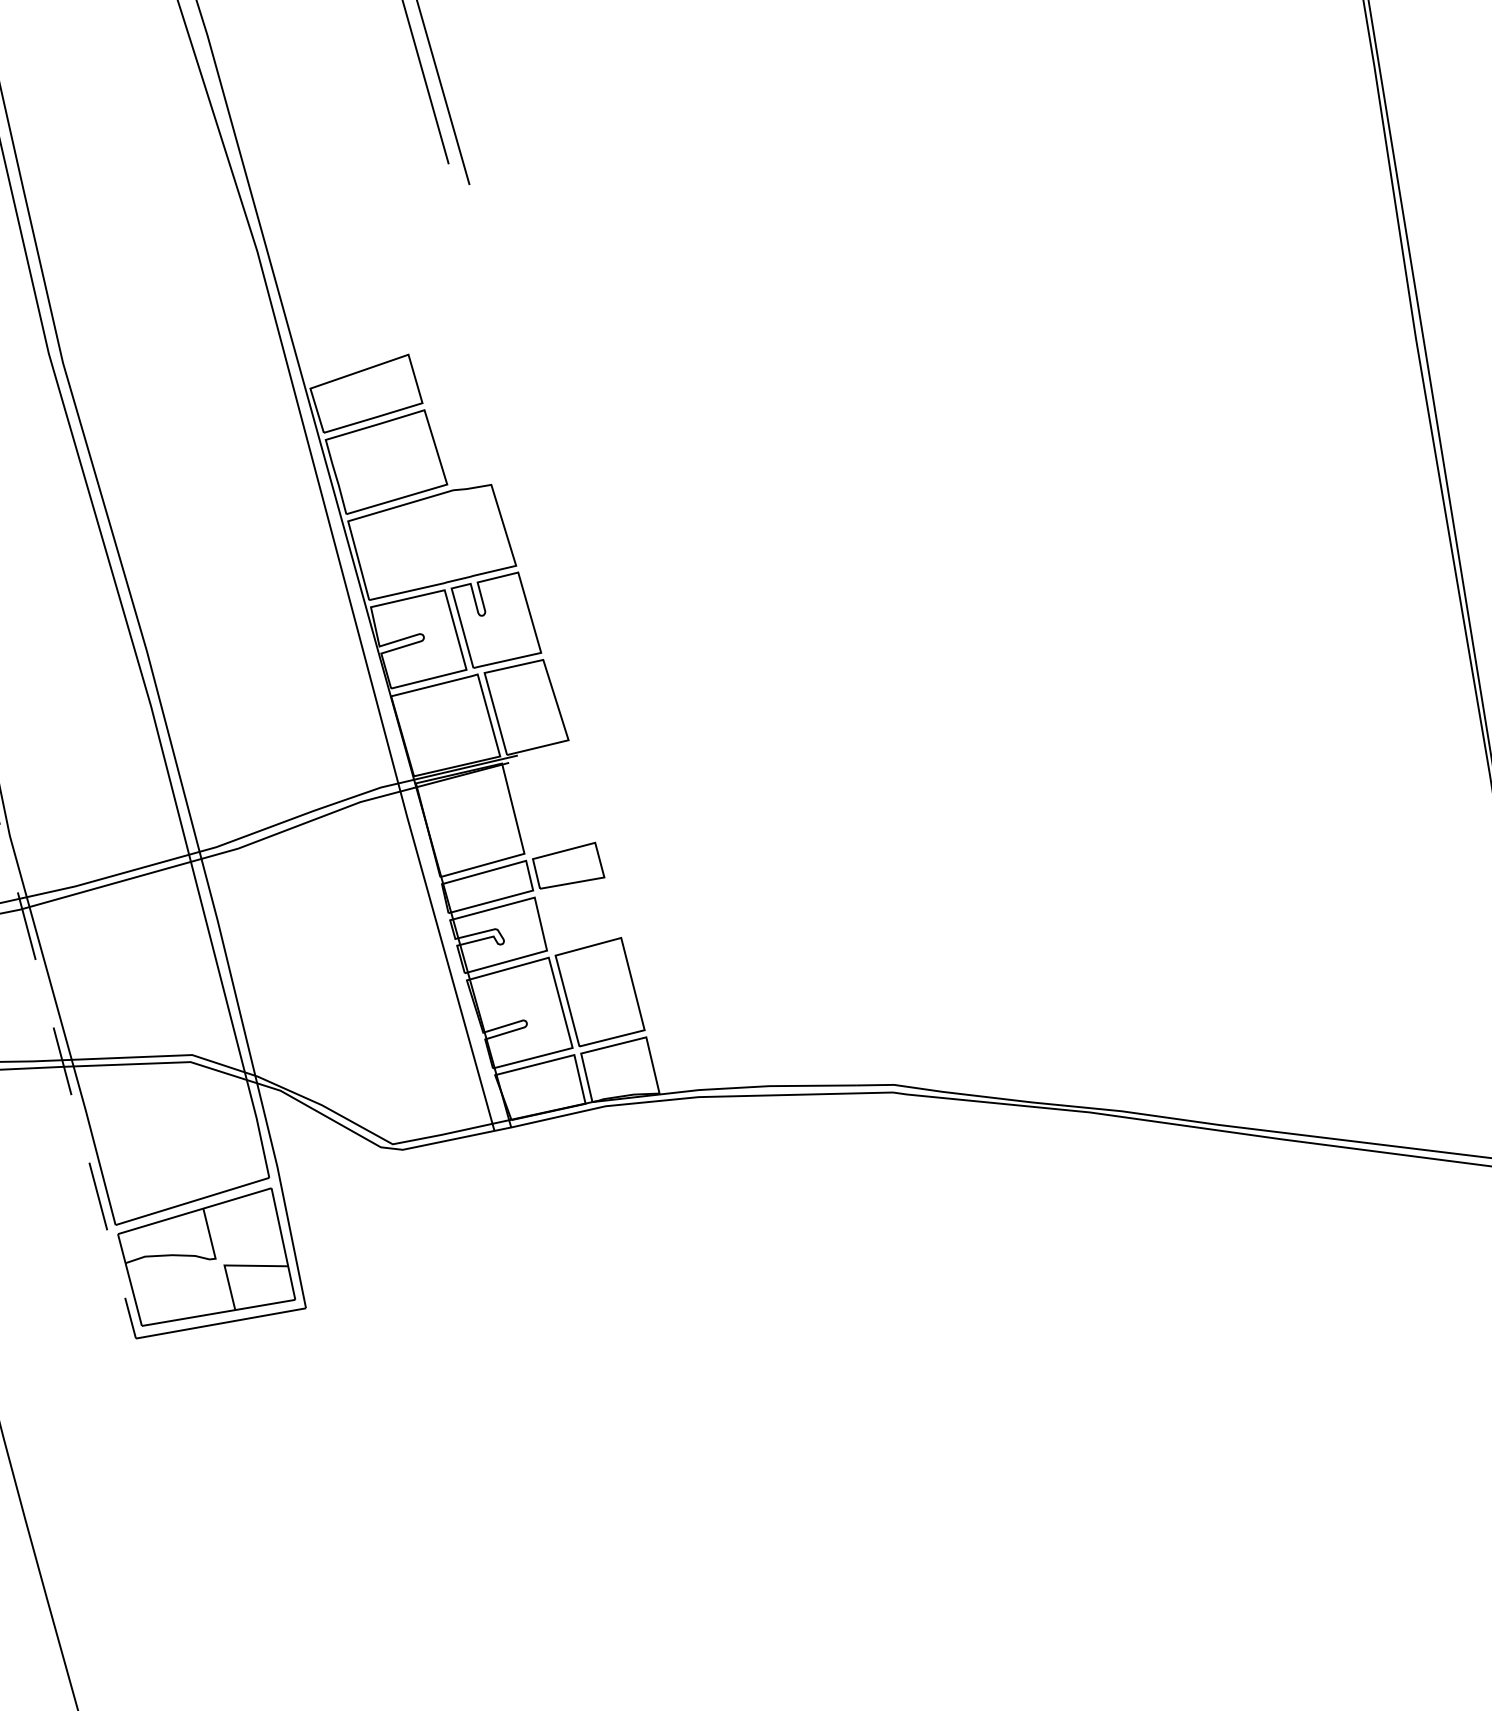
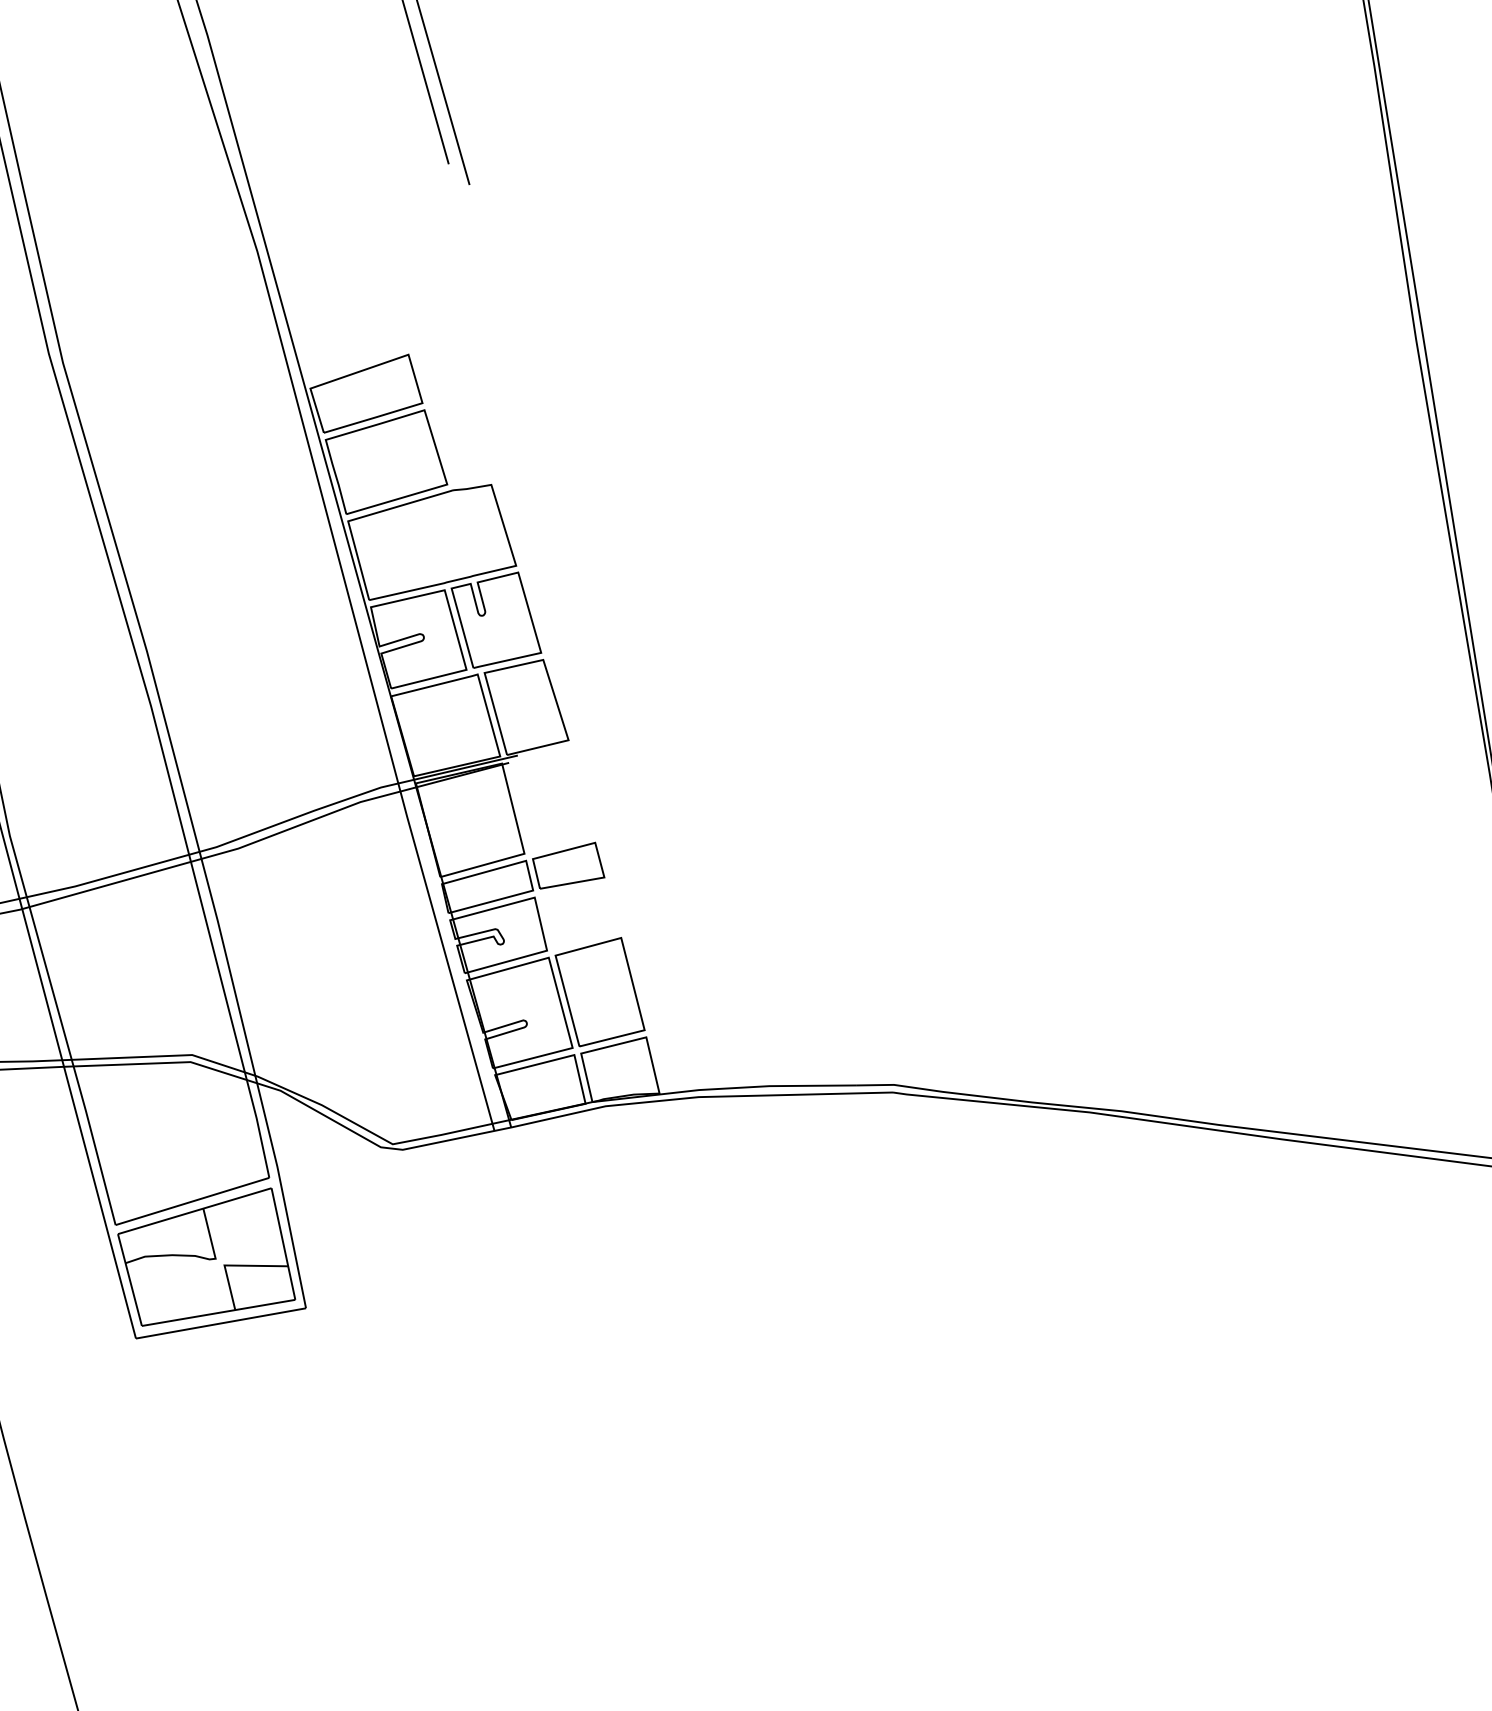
line at (68, 1081): dashed -> solid
